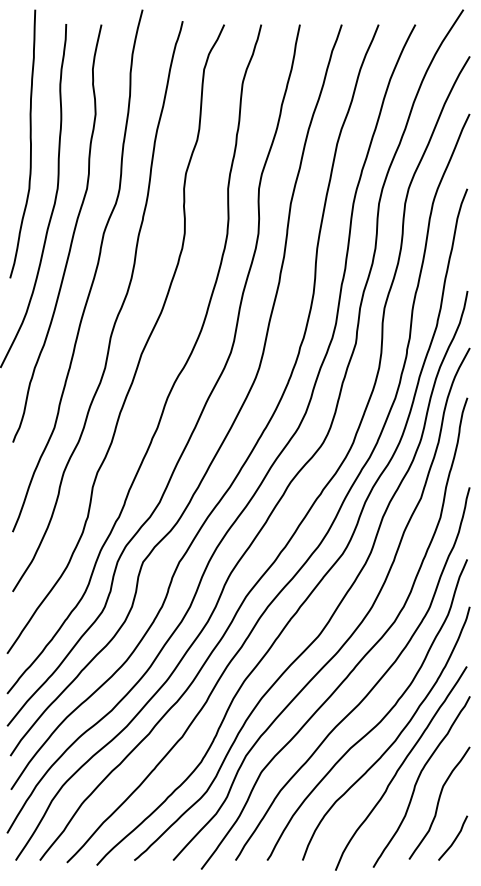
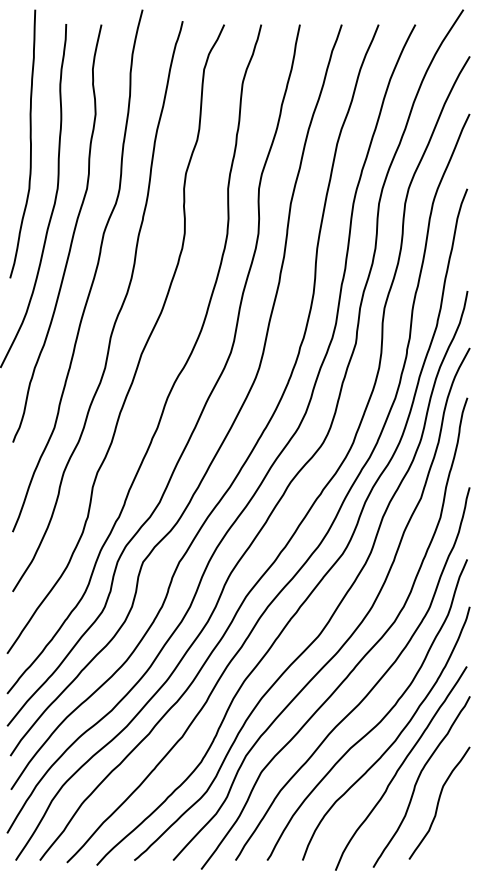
curve at (454, 838): present -> none
